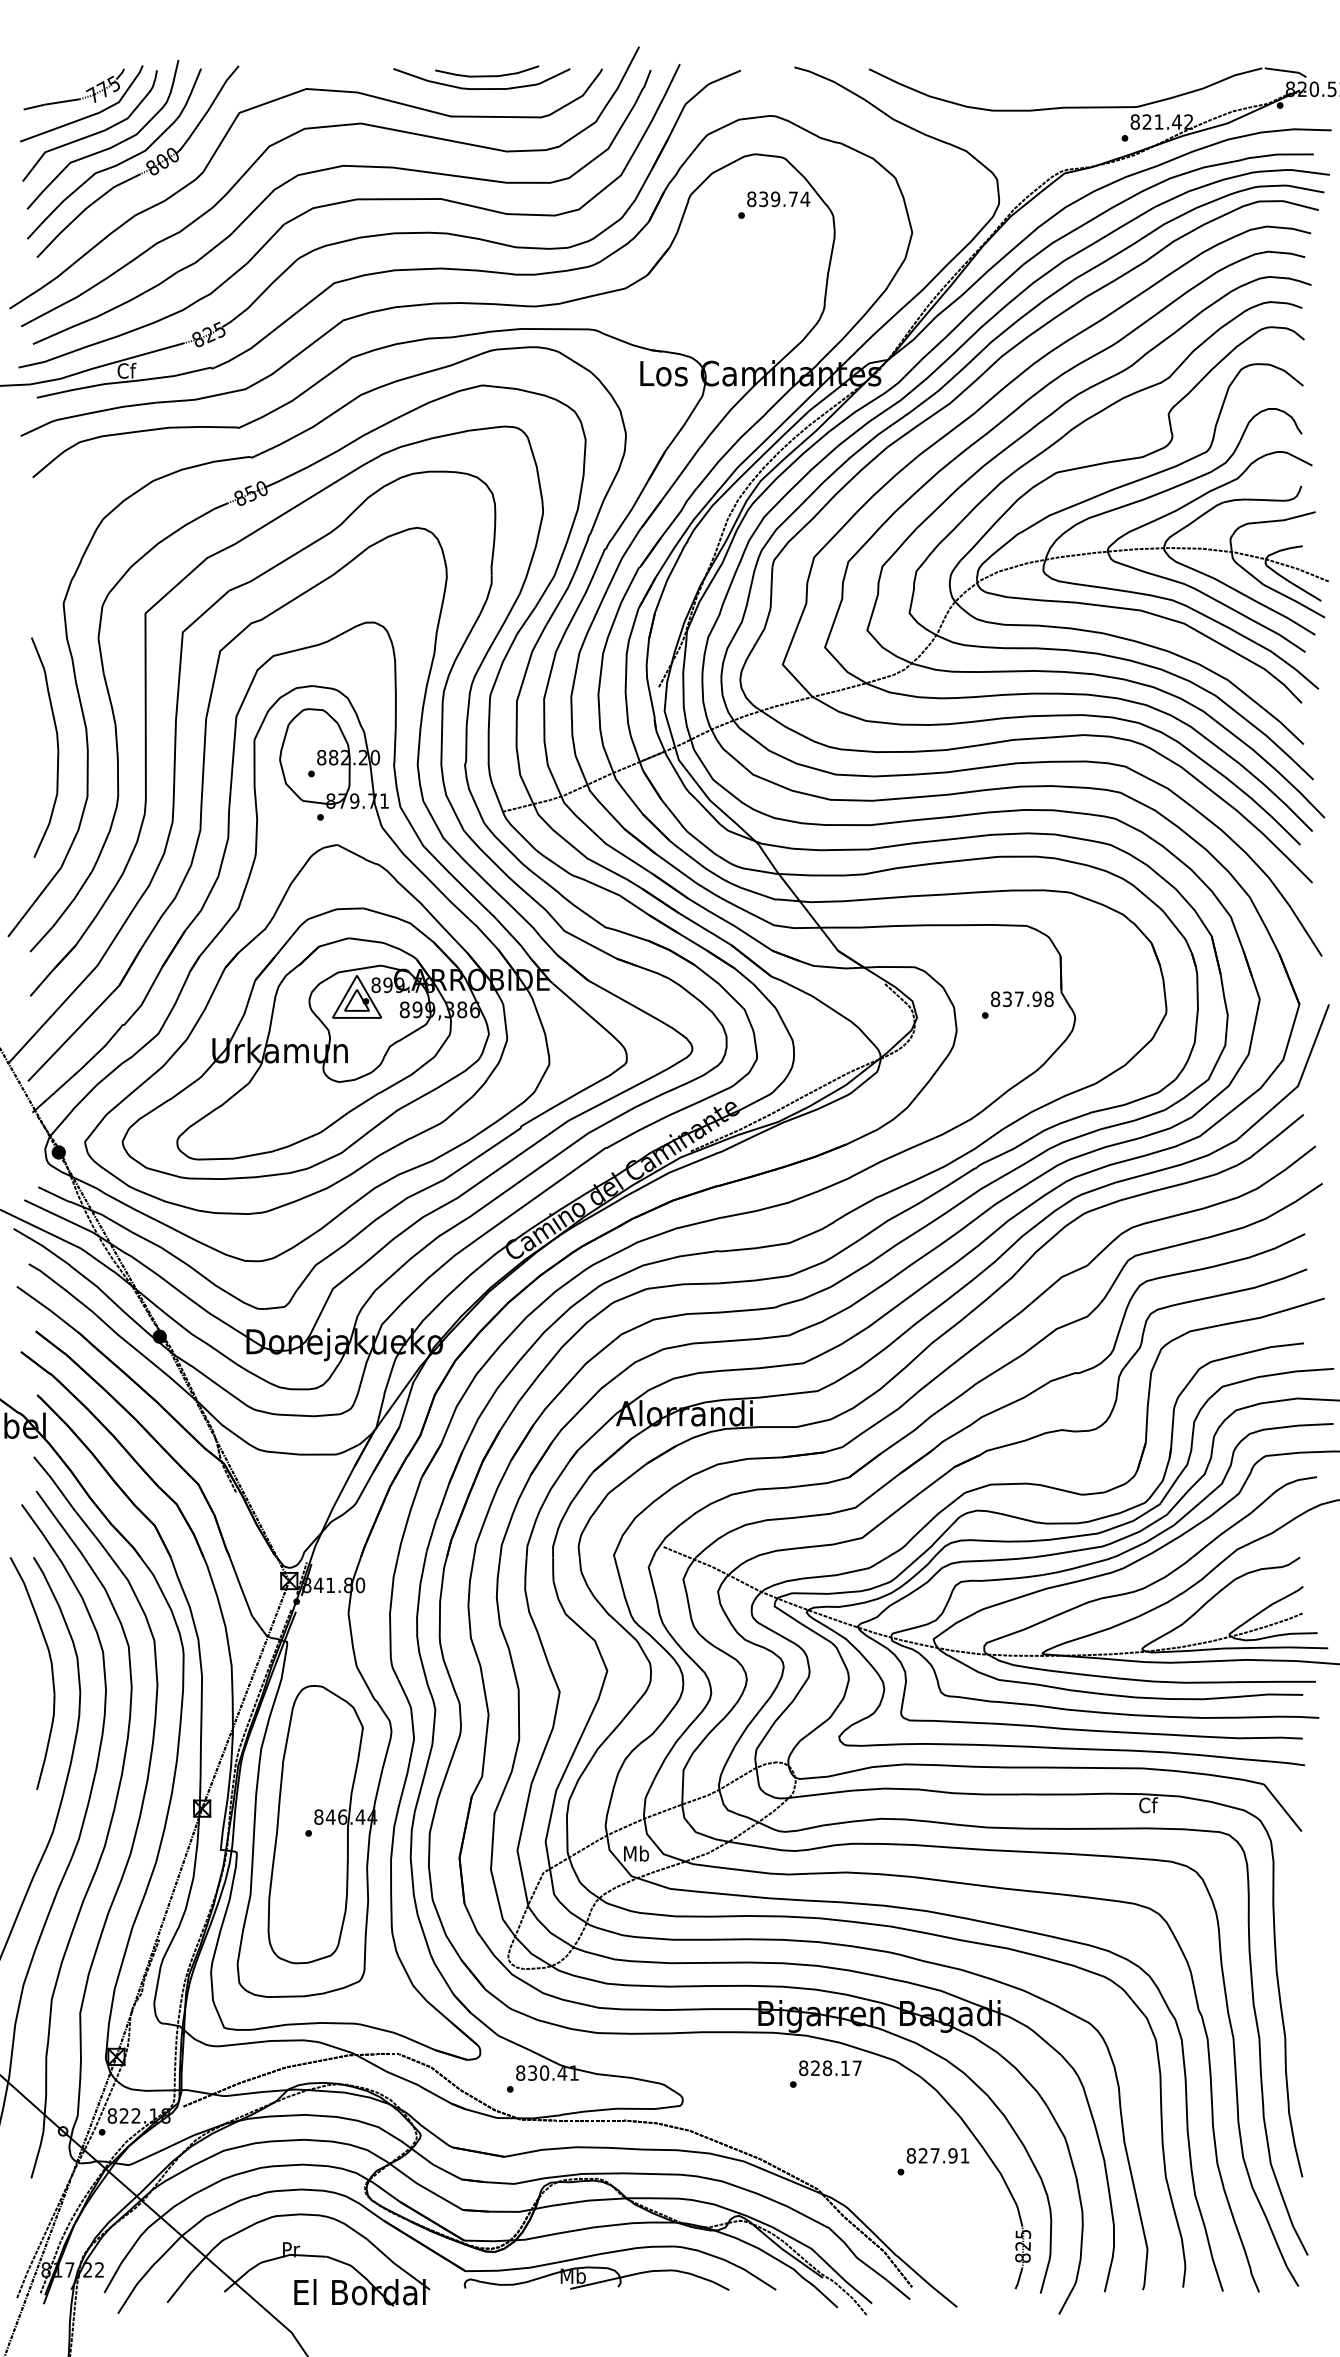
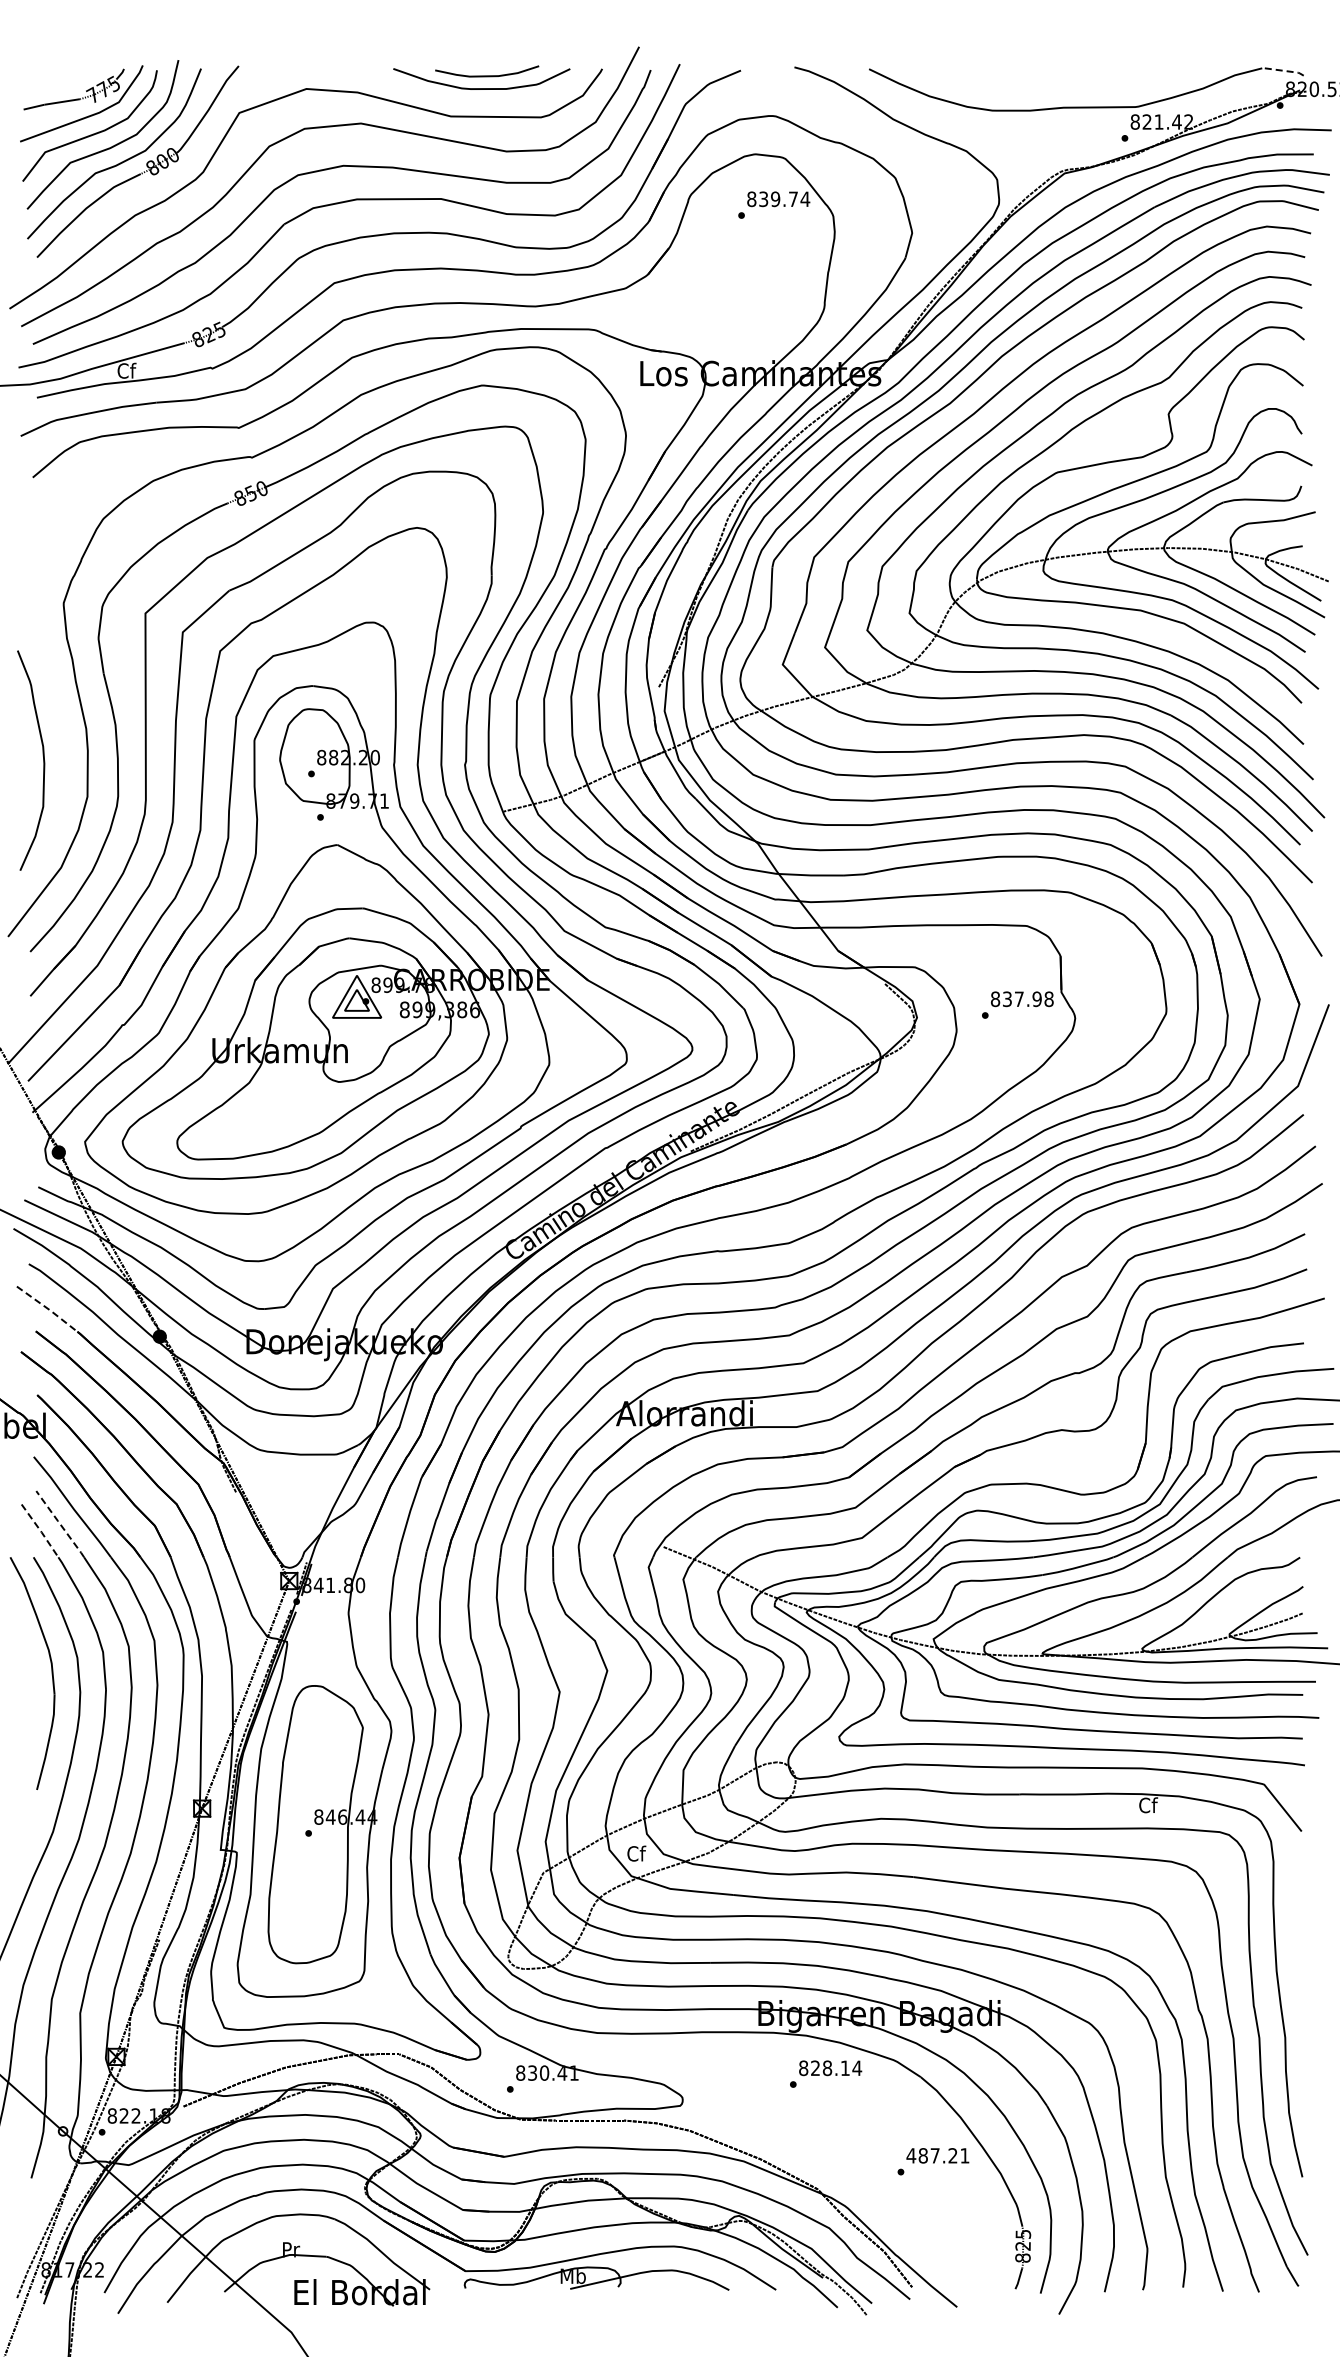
line at (1287, 71): solid -> dashed
curve at (57, 747) position: (57, 747) -> (43, 760)
line at (48, 1308): solid -> dashed
line at (60, 1524): solid -> dashed
line at (41, 1531): solid -> dashed
text at (636, 1853): Mb -> Cf
text at (857, 2067): 828.17 -> 828.14
text at (931, 2155): 827.91 -> 487.21
